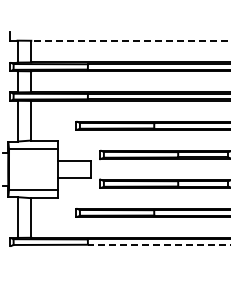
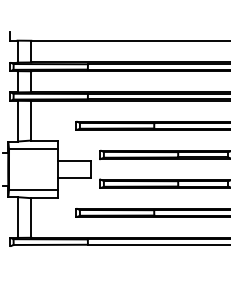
line at (130, 40): dashed -> solid
line at (158, 244): dashed -> solid
